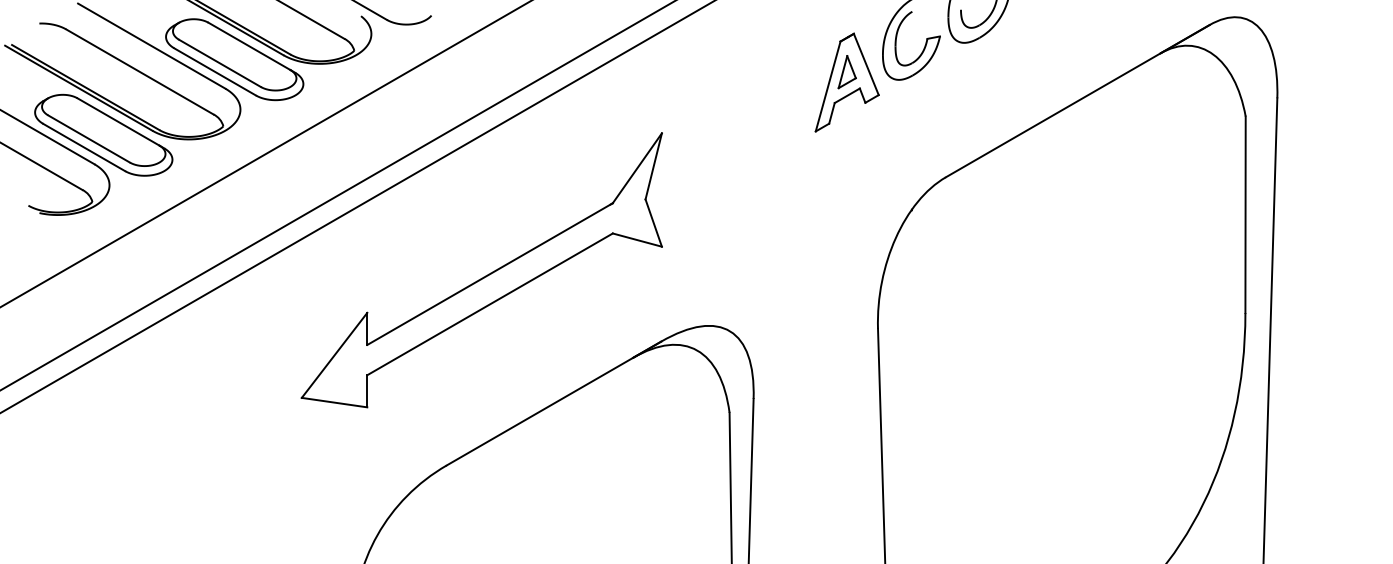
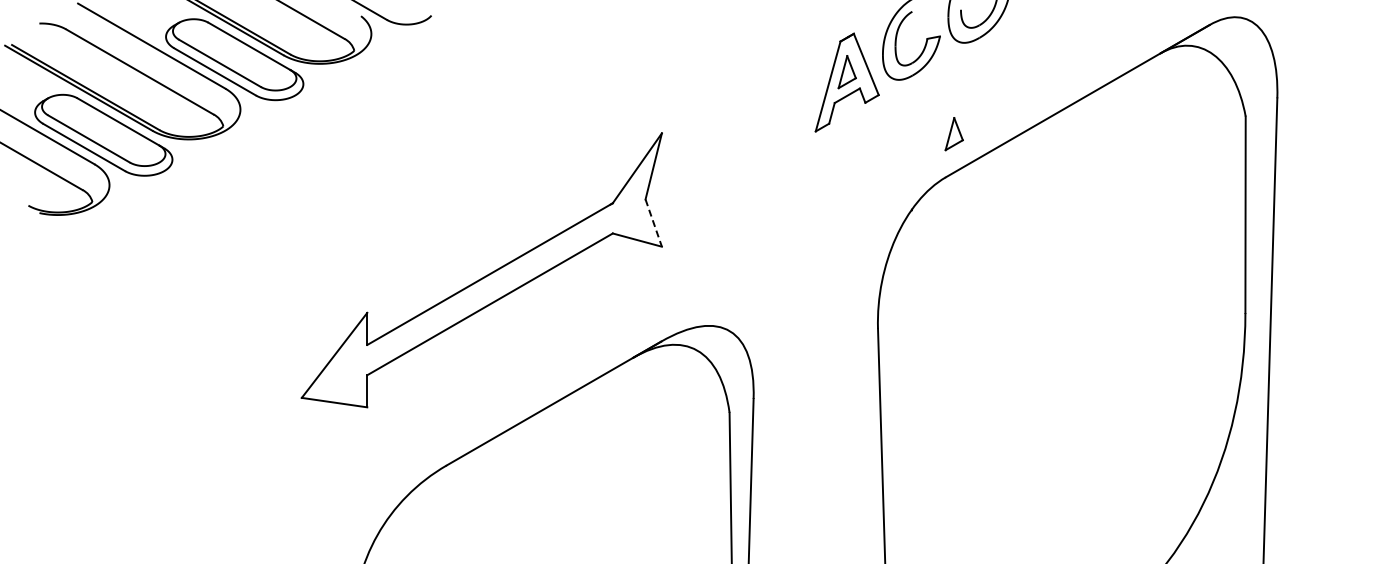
part at (953, 134): none -> present
line at (265, 154): present -> none
line at (337, 195): present -> none
line at (357, 206): present -> none
line at (653, 223): solid -> dashed
